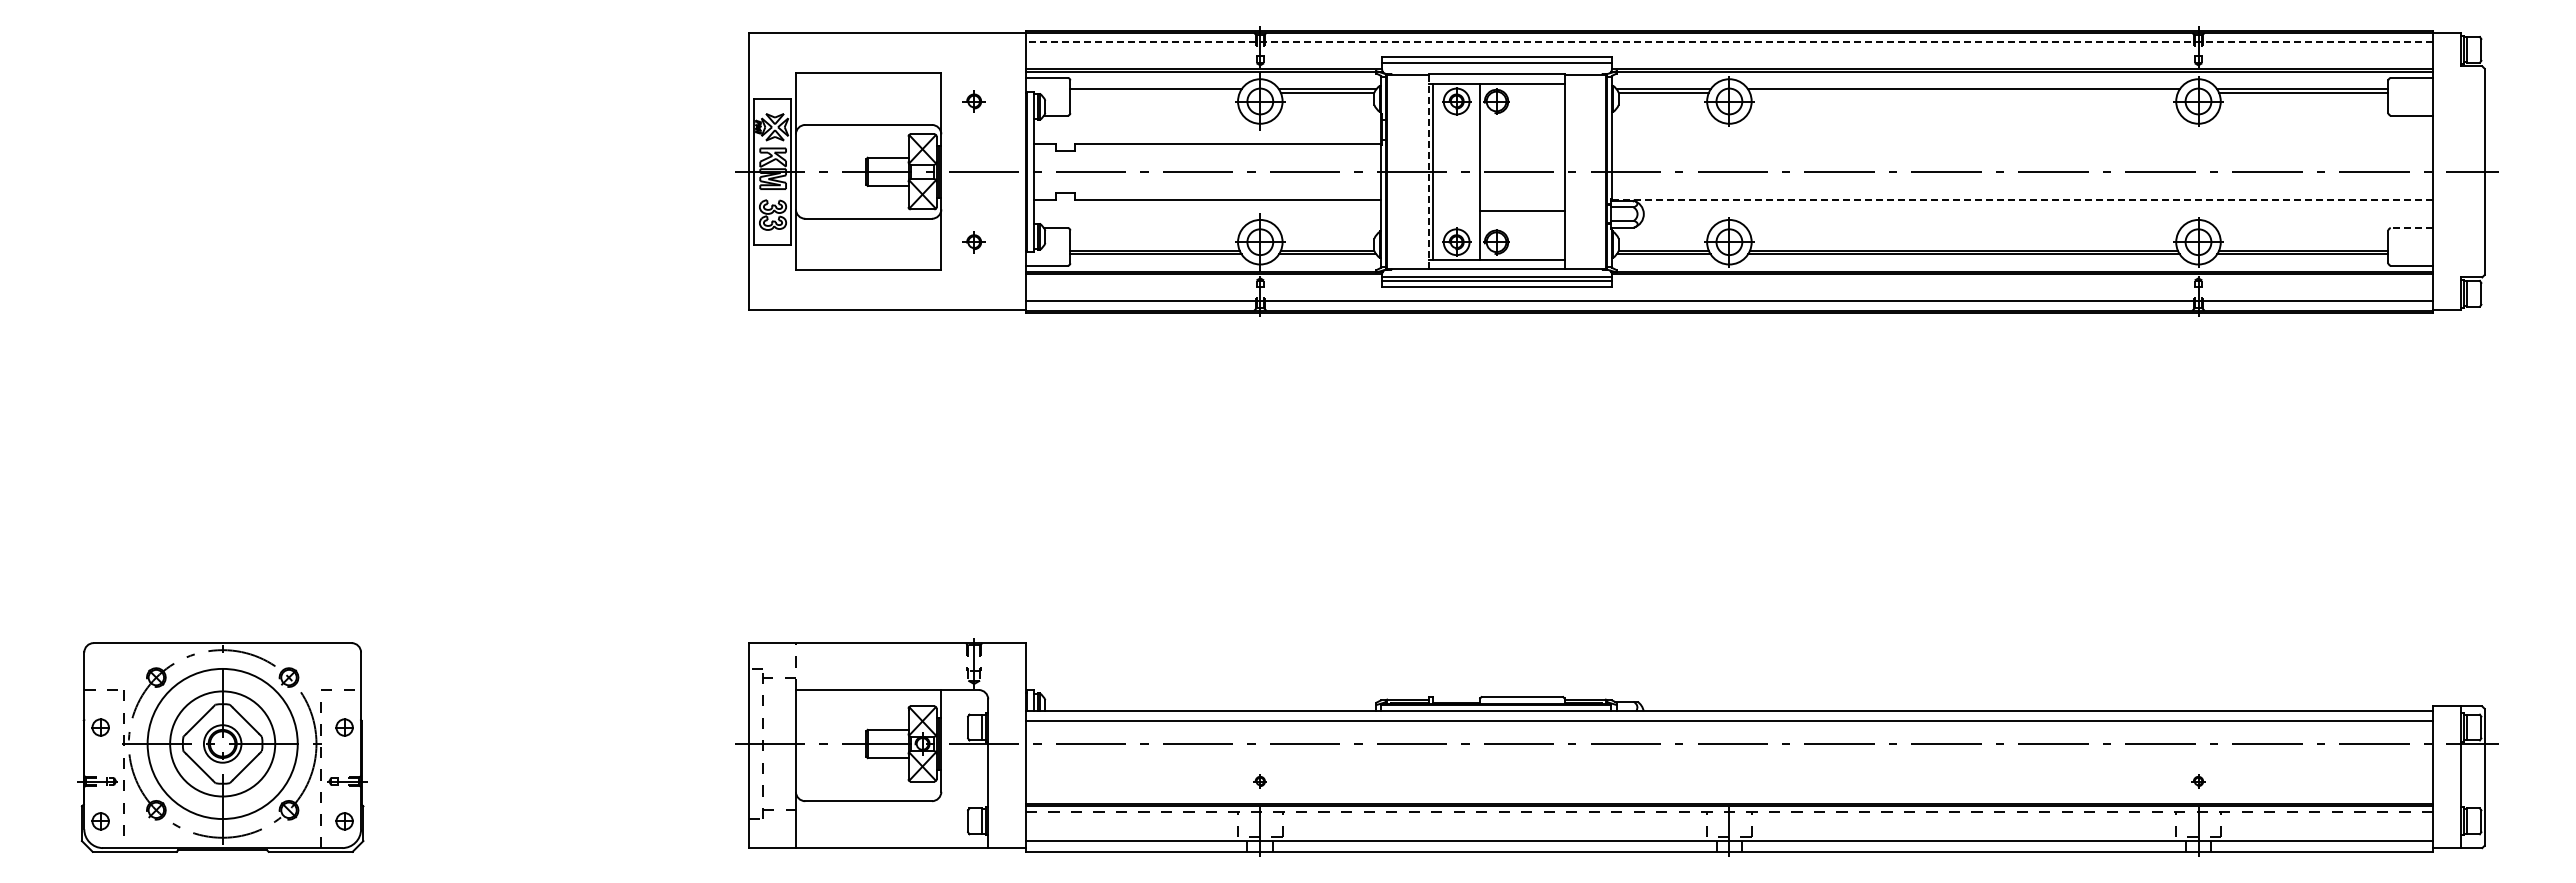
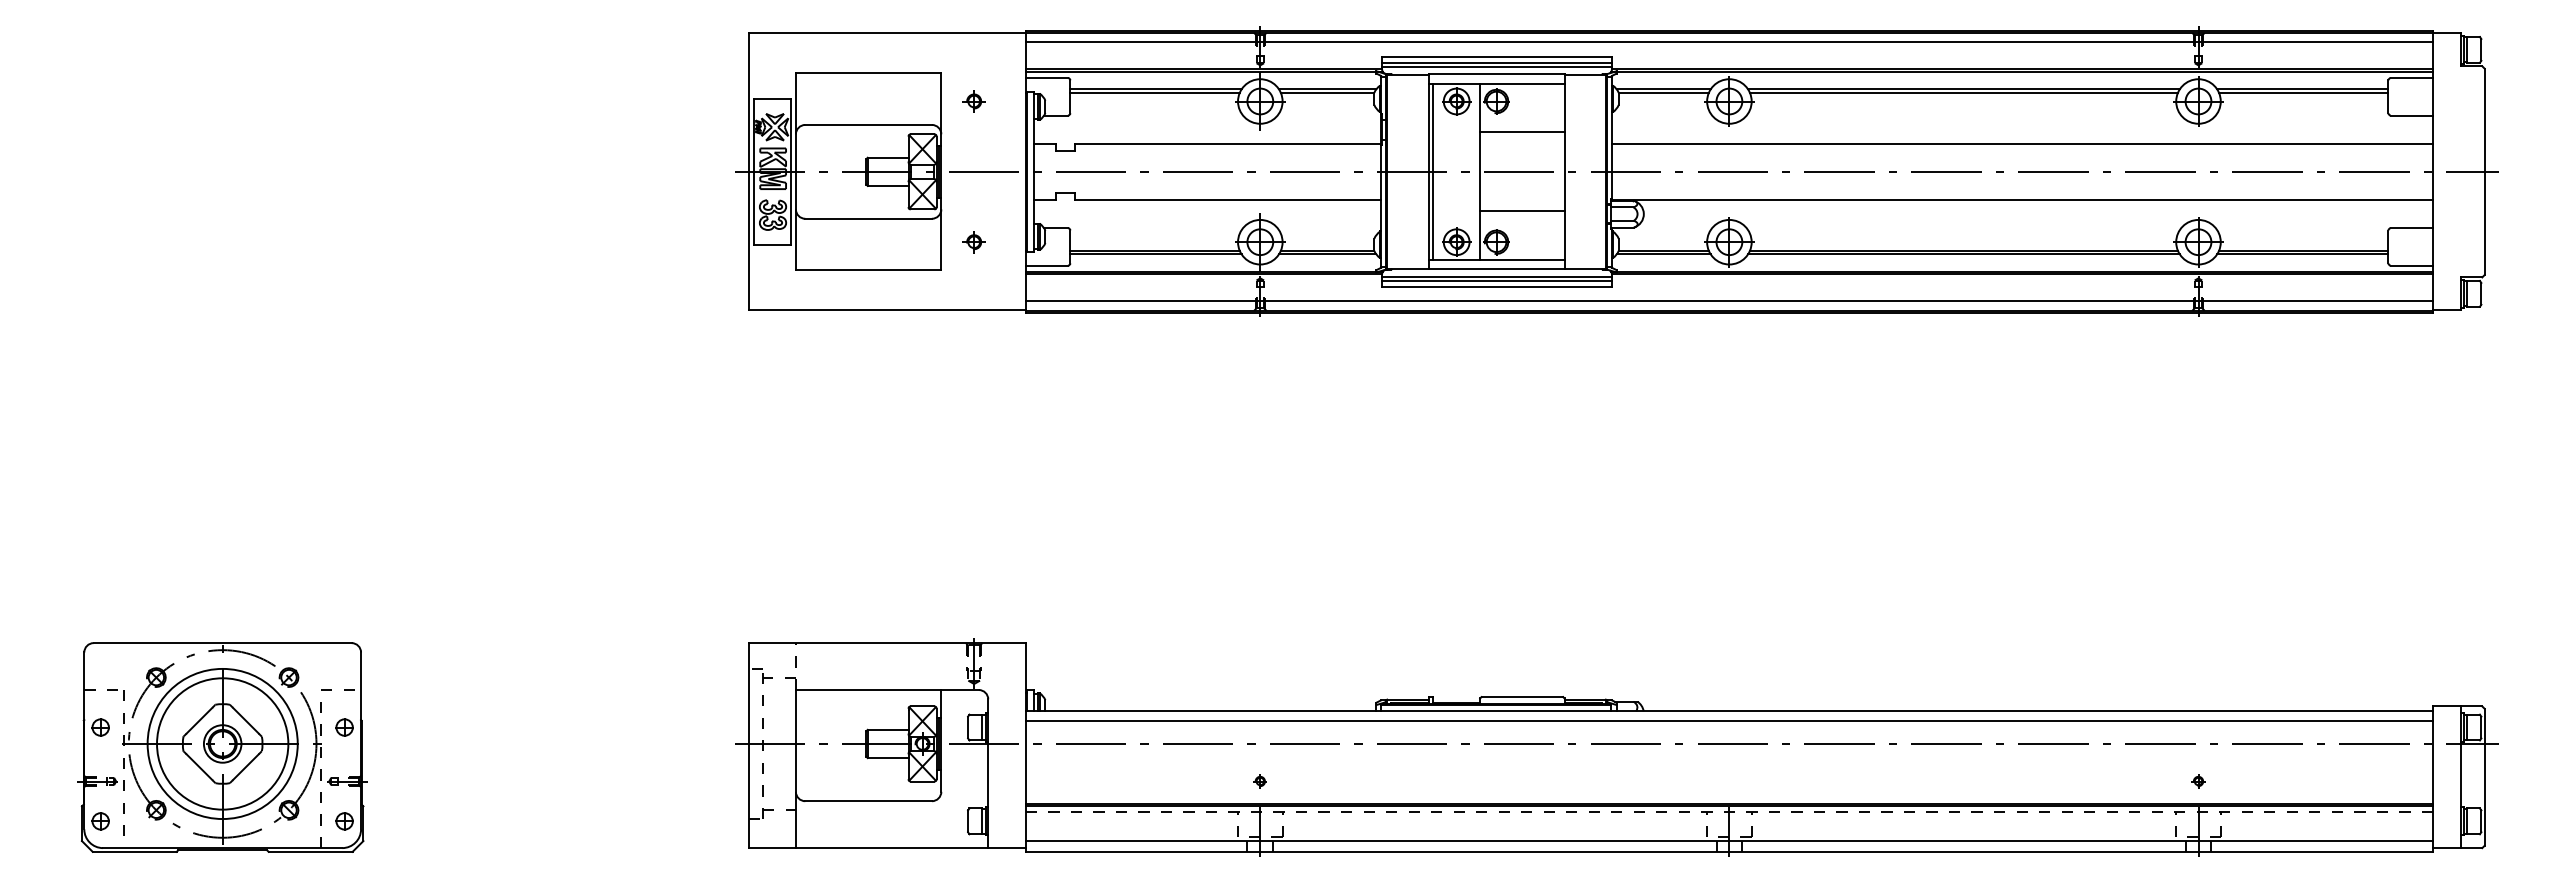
line at (1729, 42): dashed -> solid
line at (1496, 66): none -> present
line at (1154, 92): none -> present
line at (1963, 92): none -> present
line at (1522, 132): none -> present
line at (2022, 143): none -> present
line at (1428, 171): dashed -> solid
line at (2022, 200): dashed -> solid
line at (2411, 228): dashed -> solid
circle at (222, 743) diameter: 105 px -> 131 px
